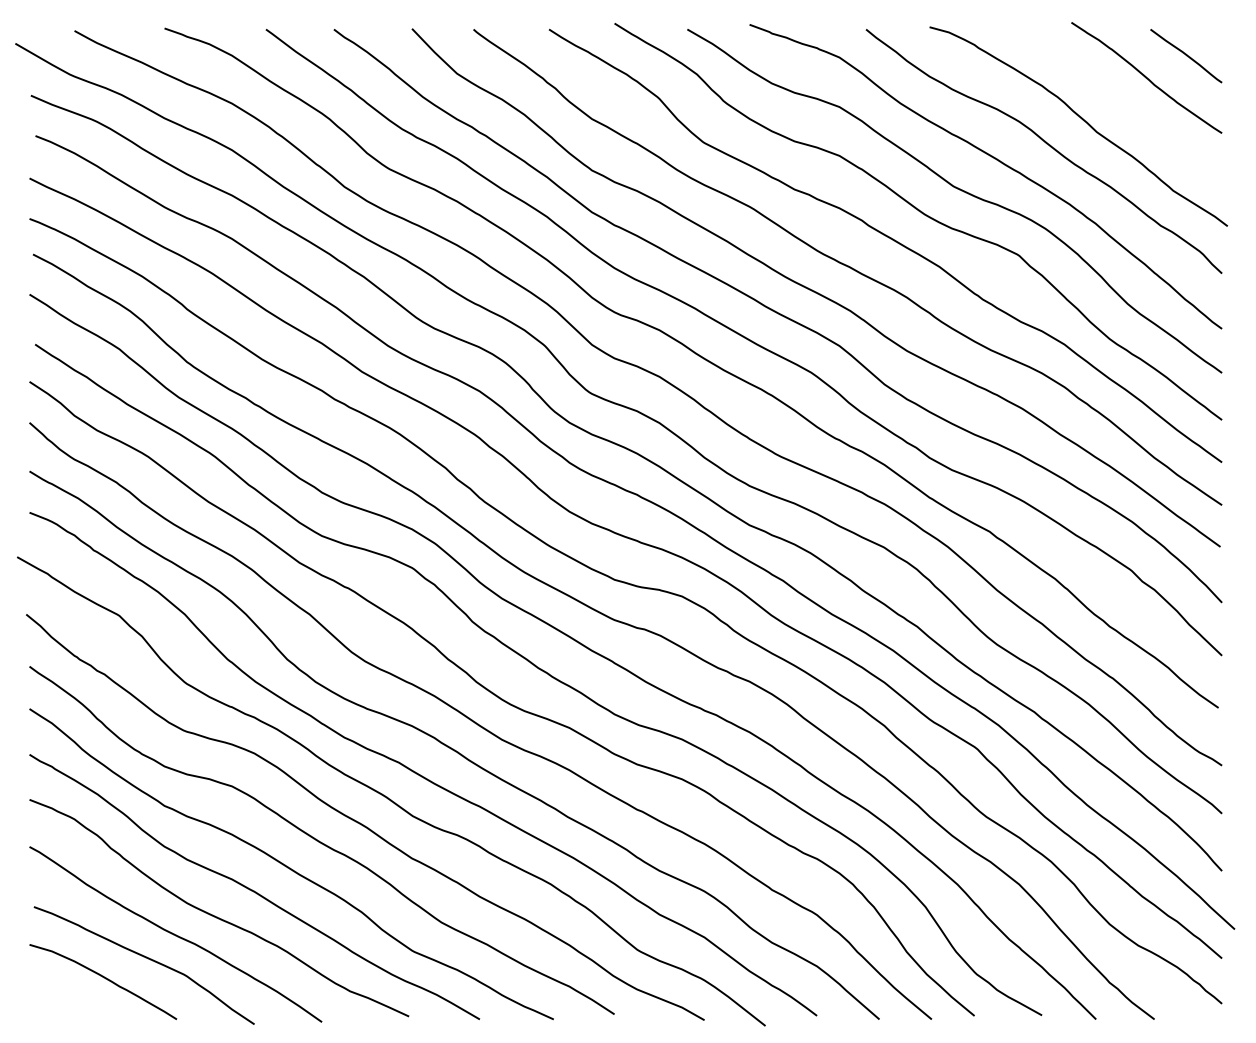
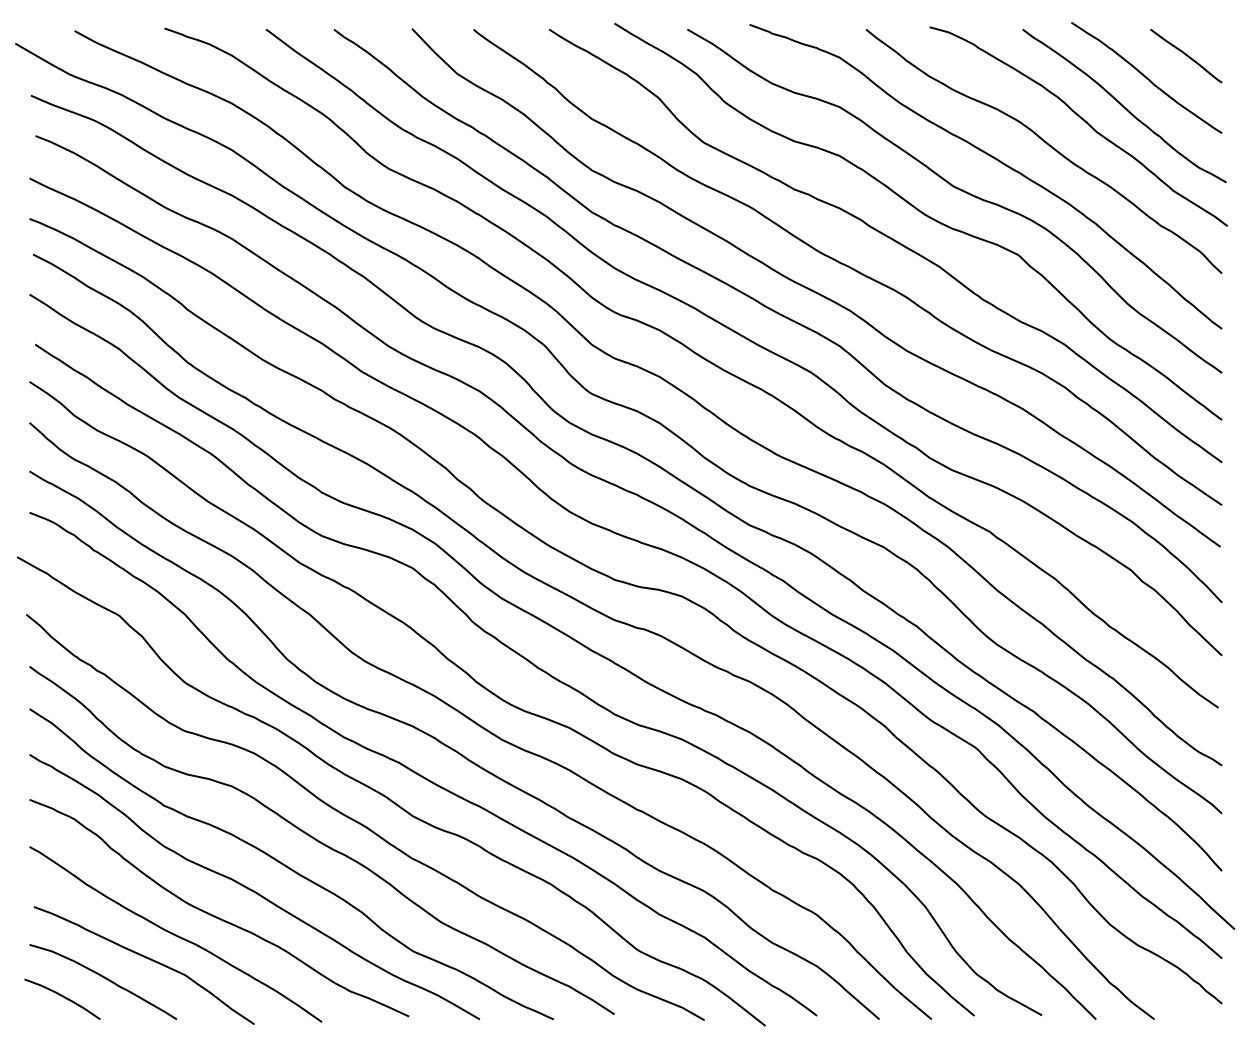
curve at (1124, 106): none -> present
curve at (62, 997): none -> present
